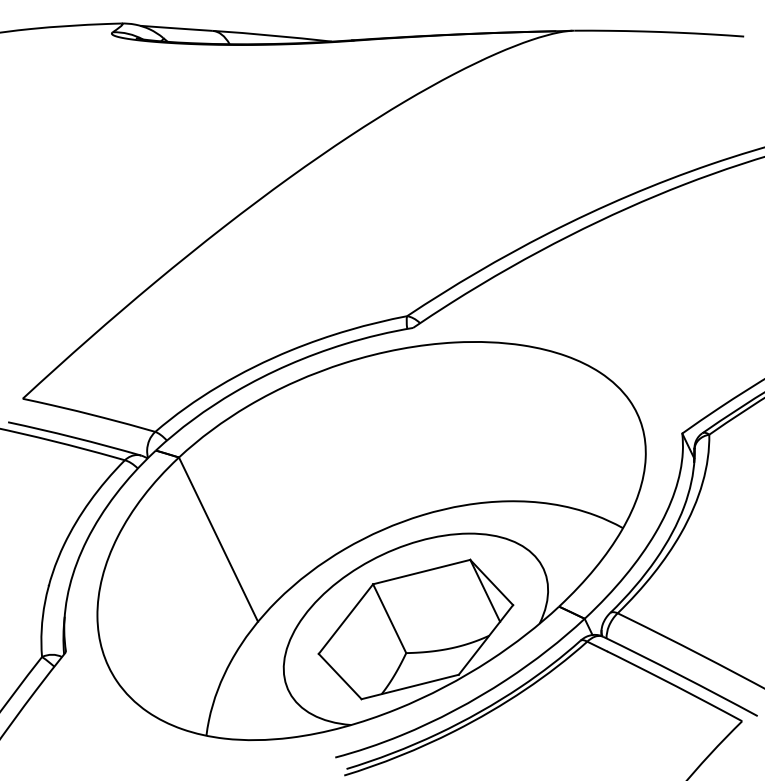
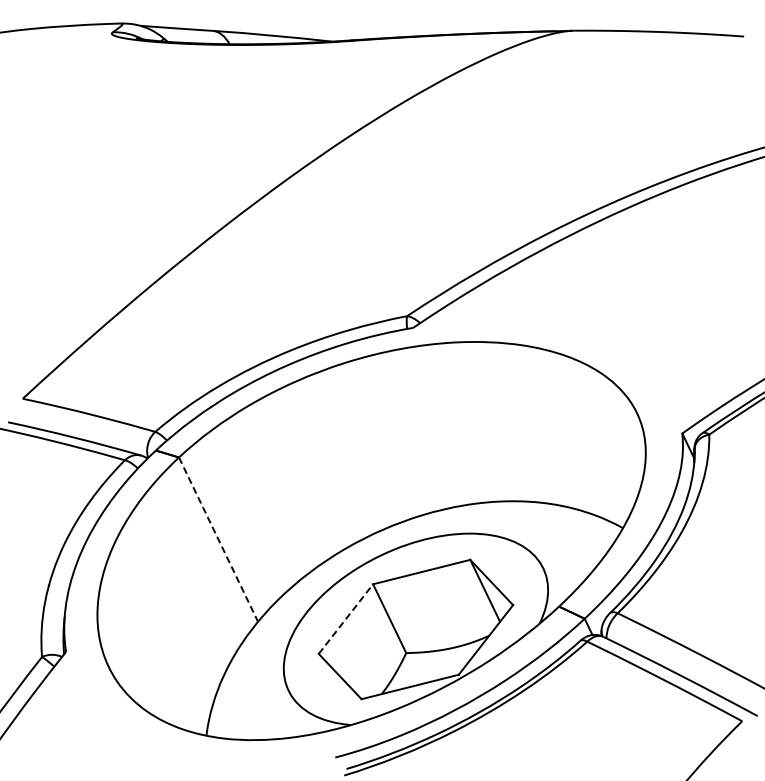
line at (218, 540): solid -> dashed
line at (346, 618): solid -> dashed
